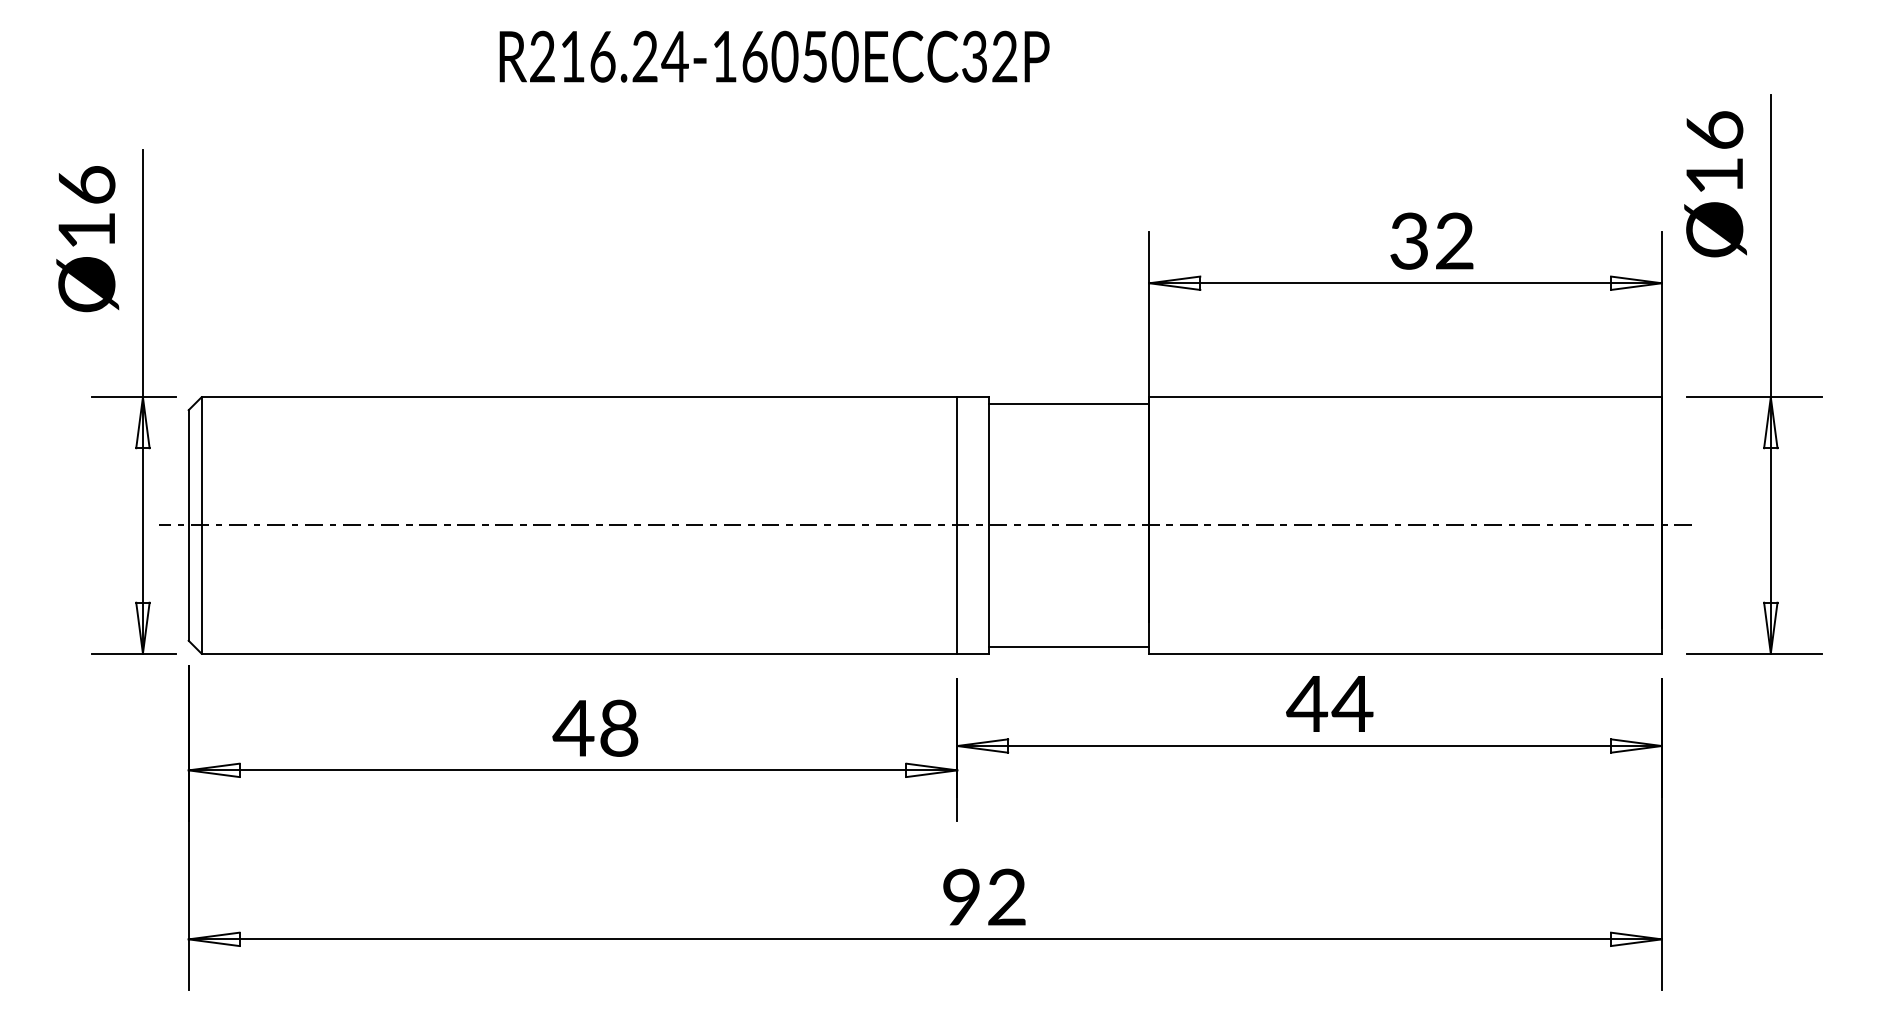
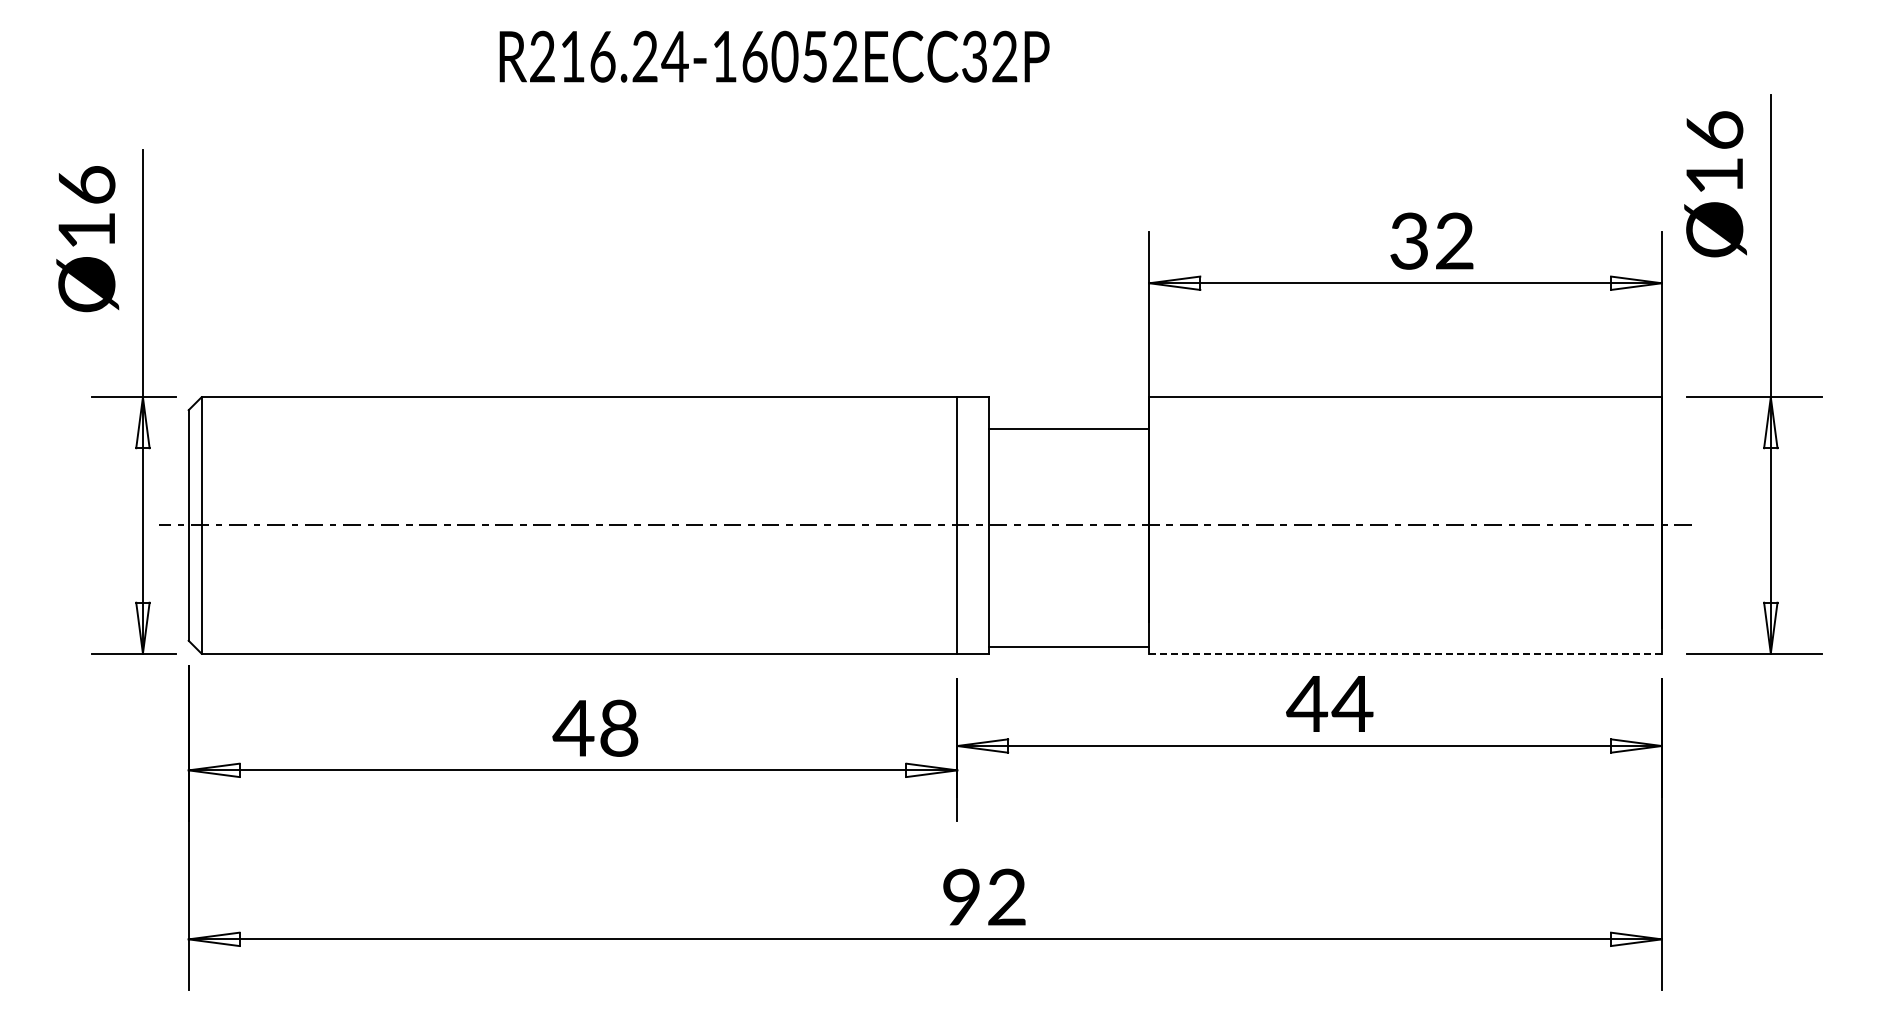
text at (844, 56): R216.24-16050ECC32P -> R216.24-16052ECC32P
line at (1069, 403) position: (1069, 403) -> (1069, 428)
line at (1405, 653): solid -> dashed
